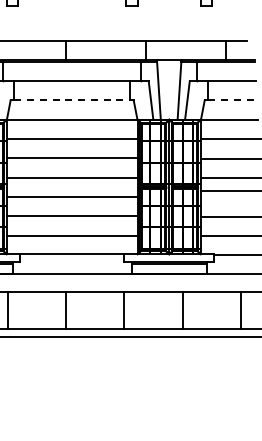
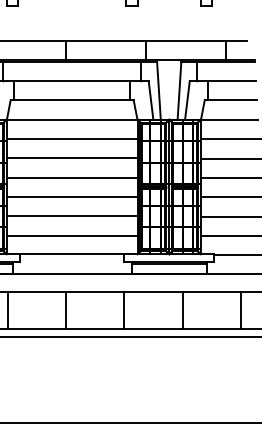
line at (72, 100): dashed -> solid
line at (233, 100): dashed -> solid
line at (229, 191) position: (229, 191) -> (229, 197)
line at (130, 423): none -> present
